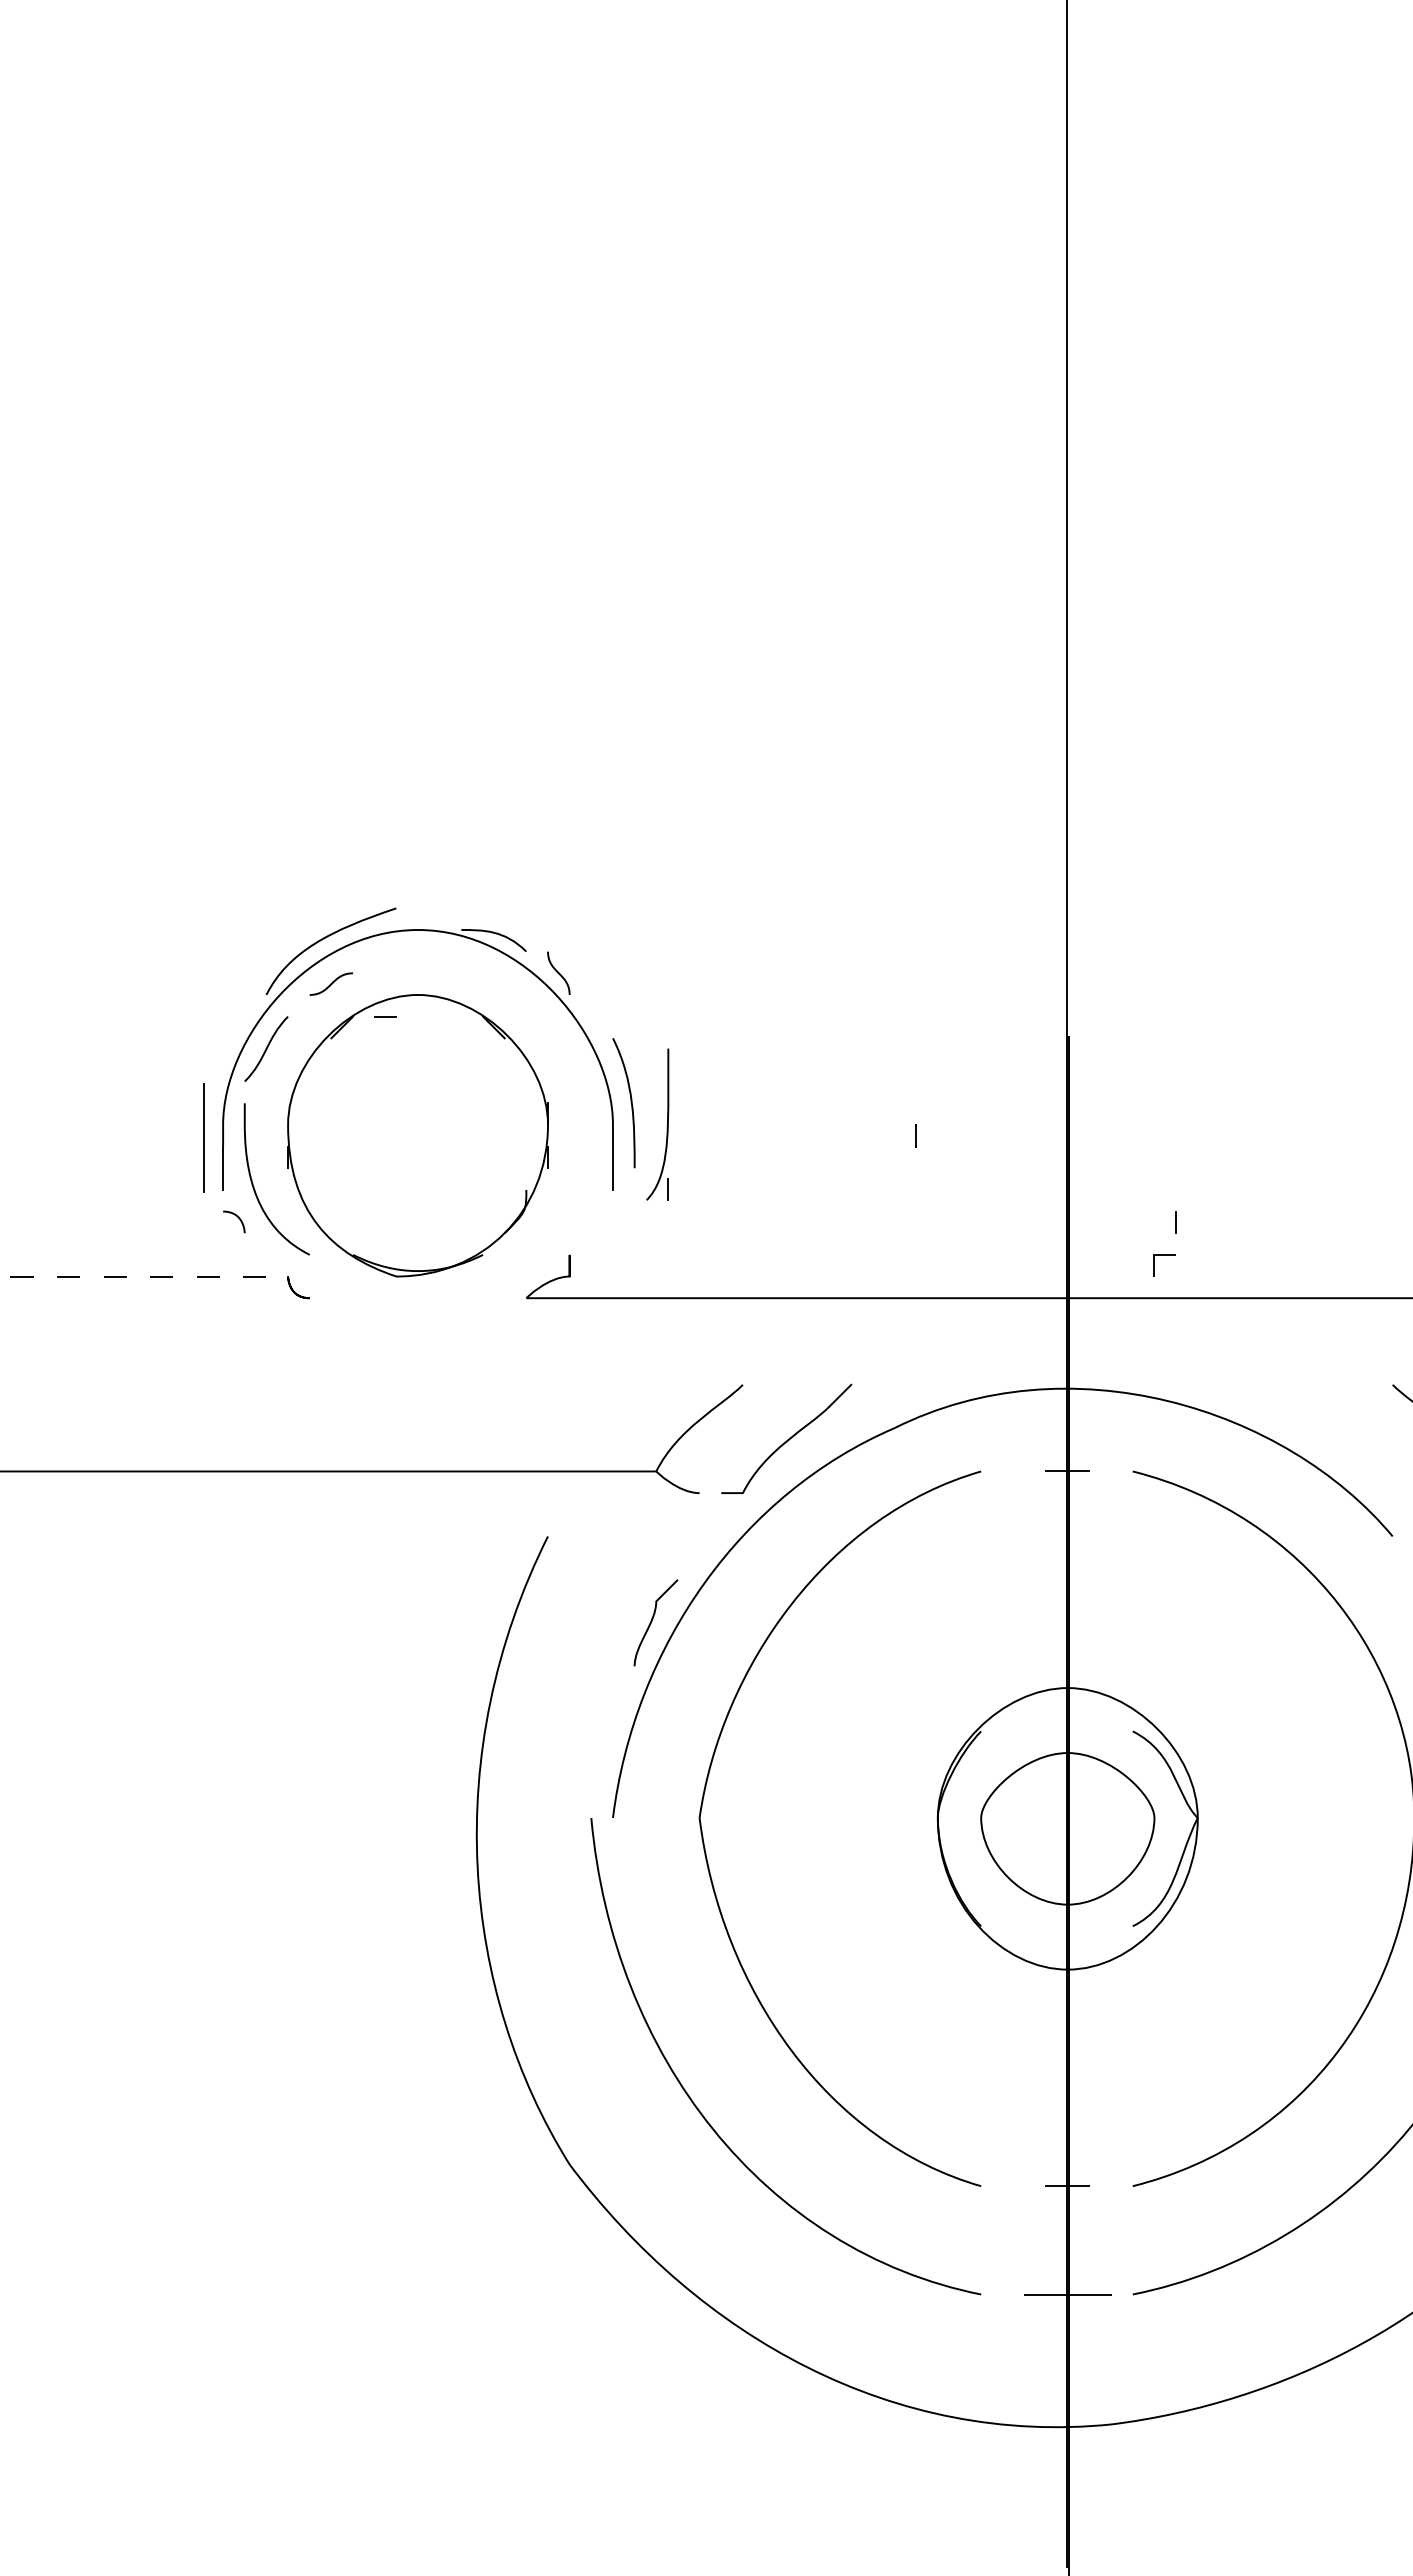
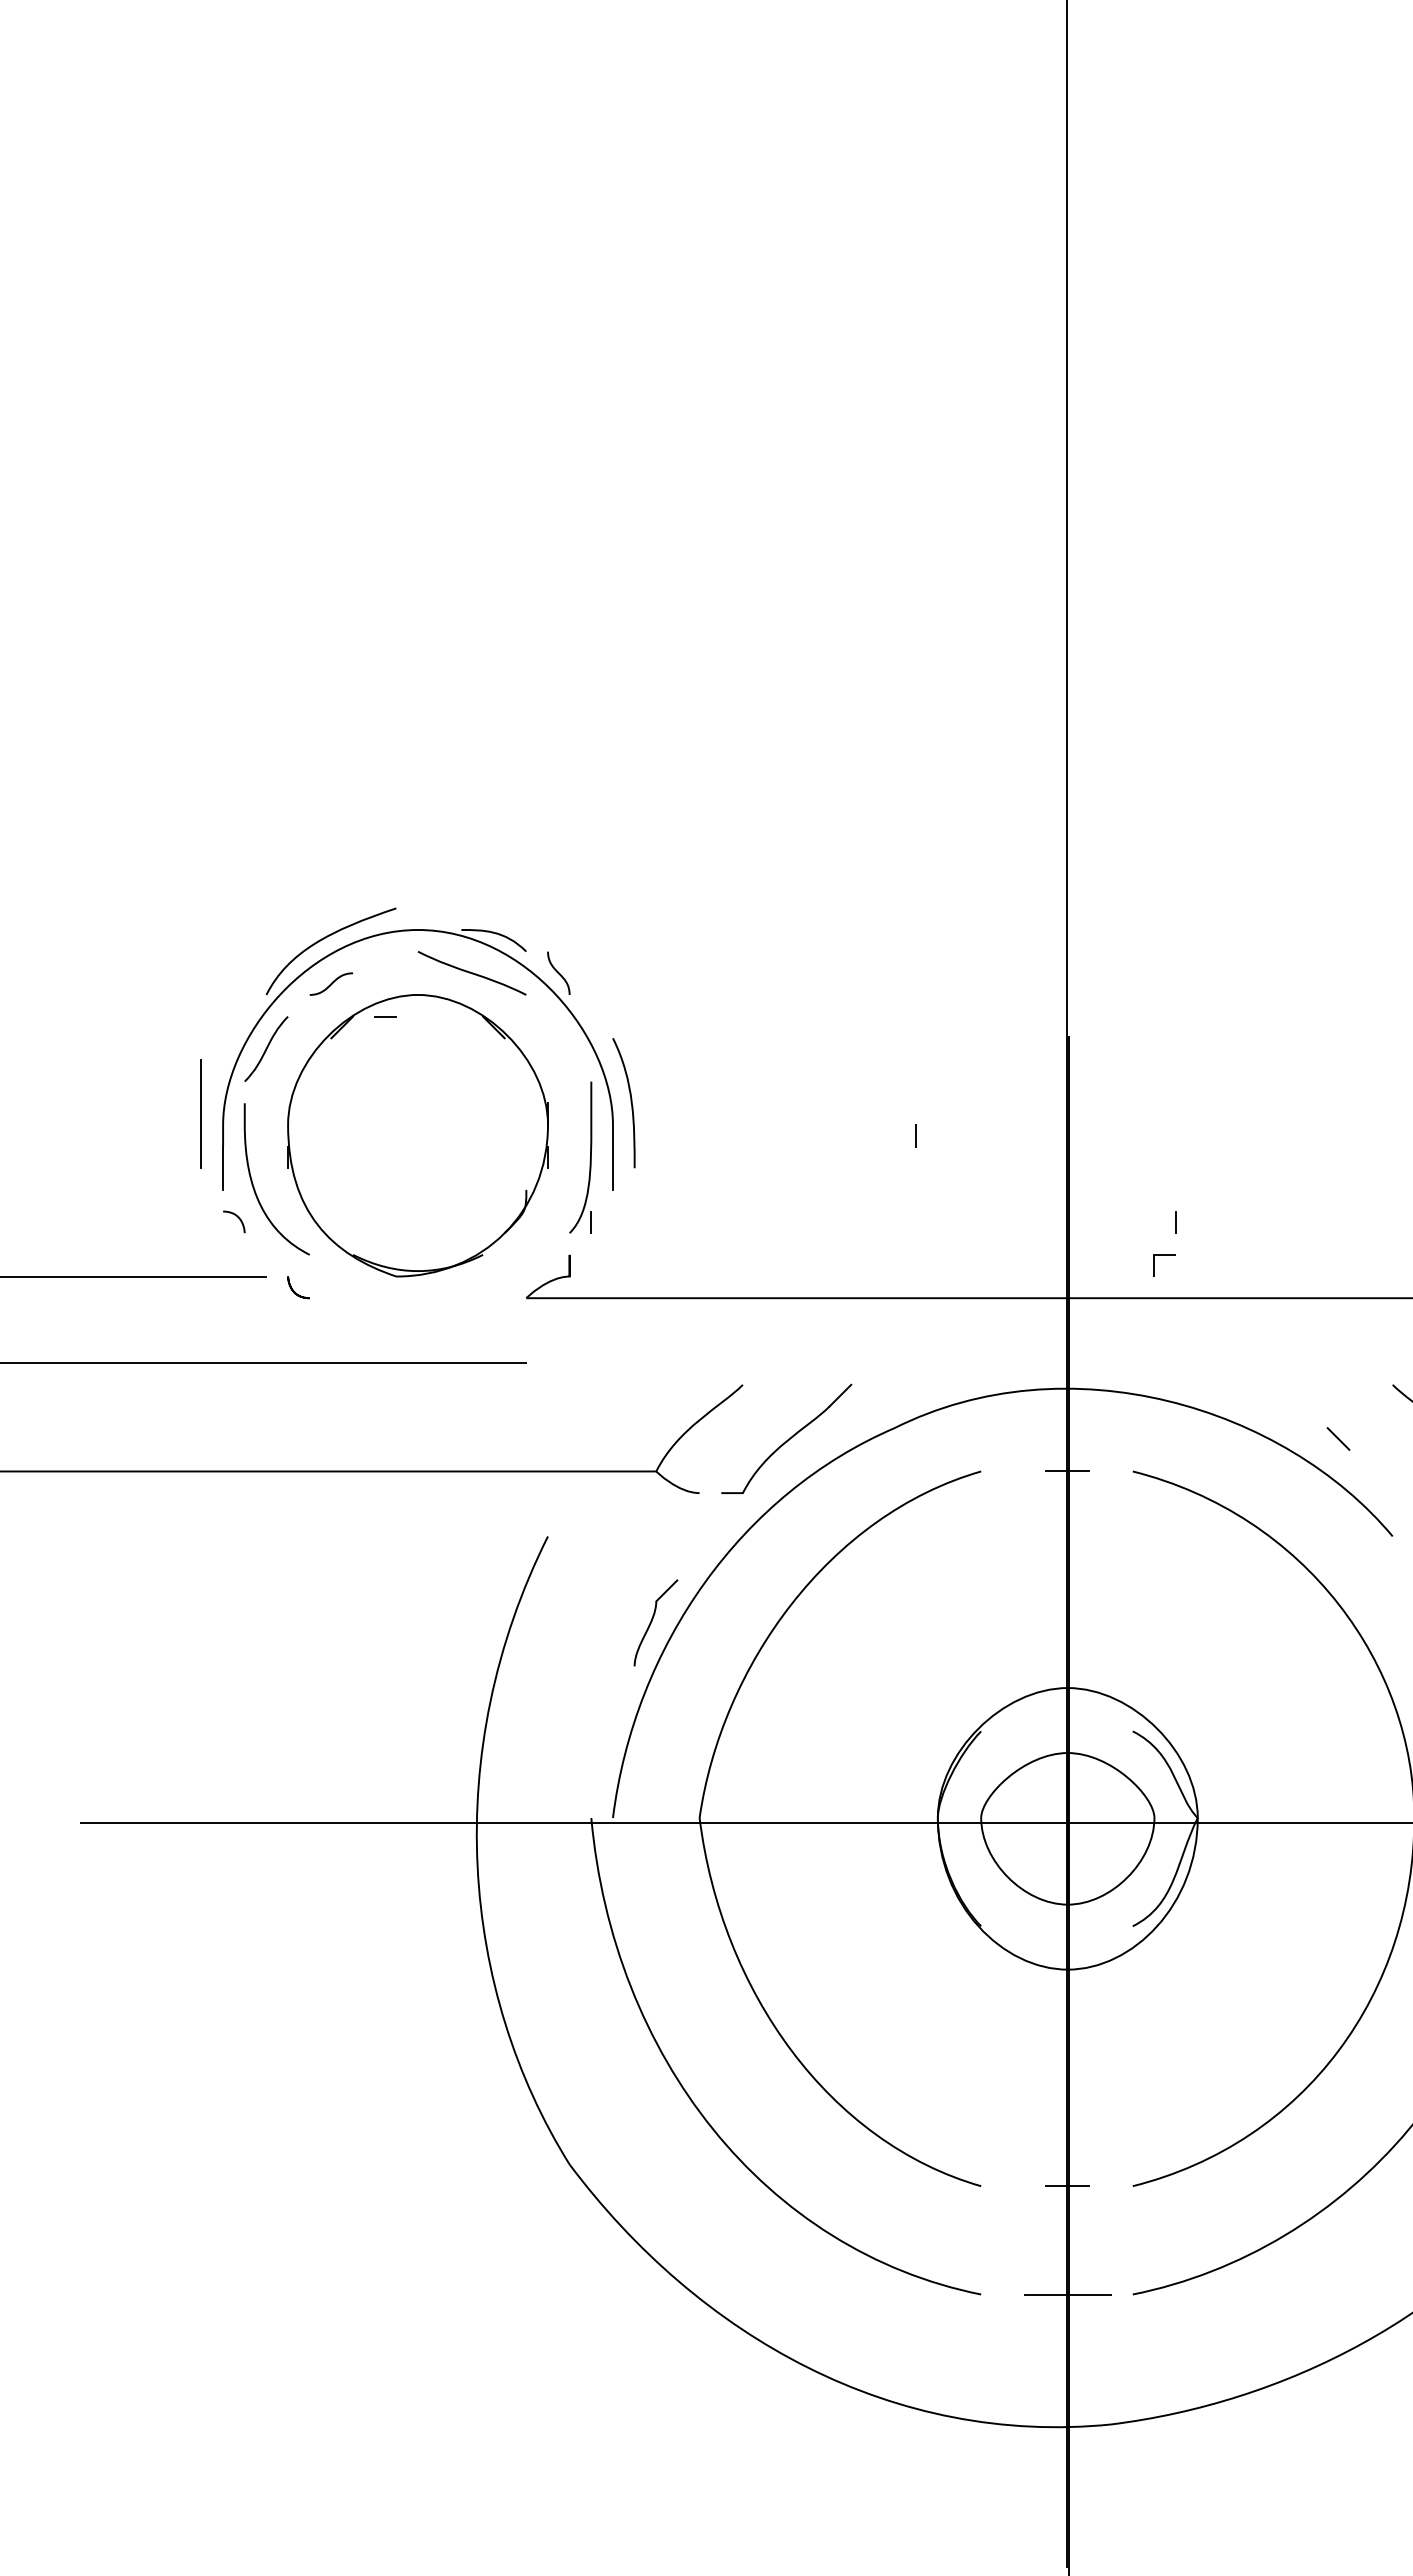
curve at (471, 973): none -> present
part at (666, 1126) position: (666, 1126) -> (589, 1159)
line at (203, 1137) position: (203, 1137) -> (200, 1113)
line at (133, 1276): dashed -> solid
line at (264, 1363): none -> present
line at (1338, 1438): none -> present
line at (744, 1823): none -> present
